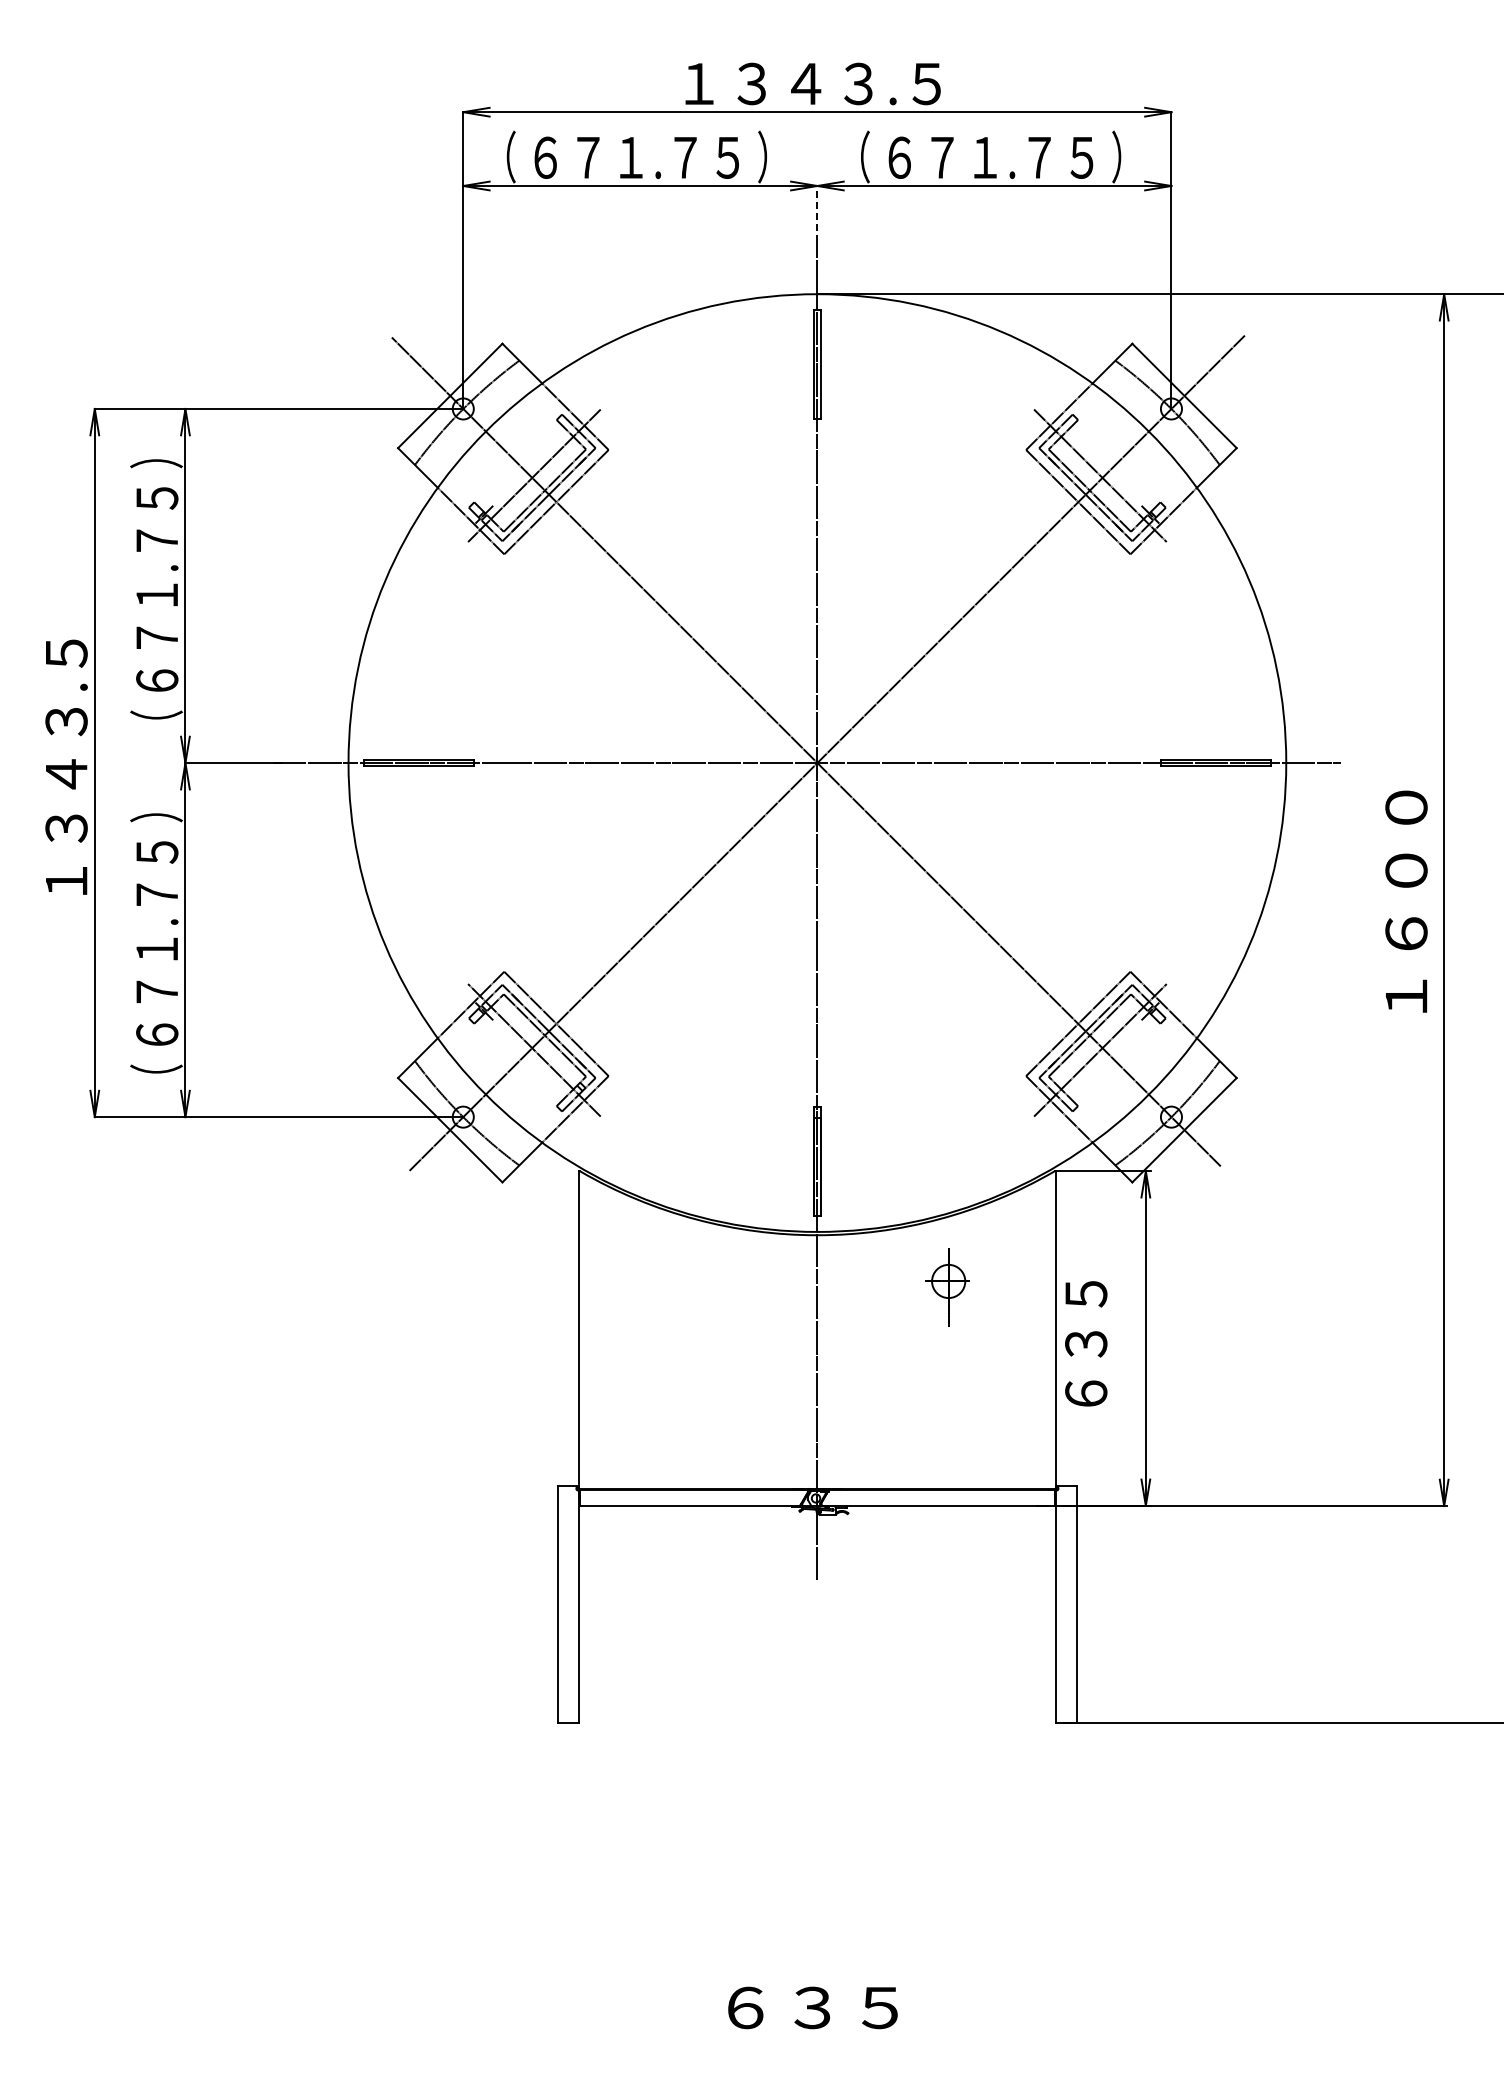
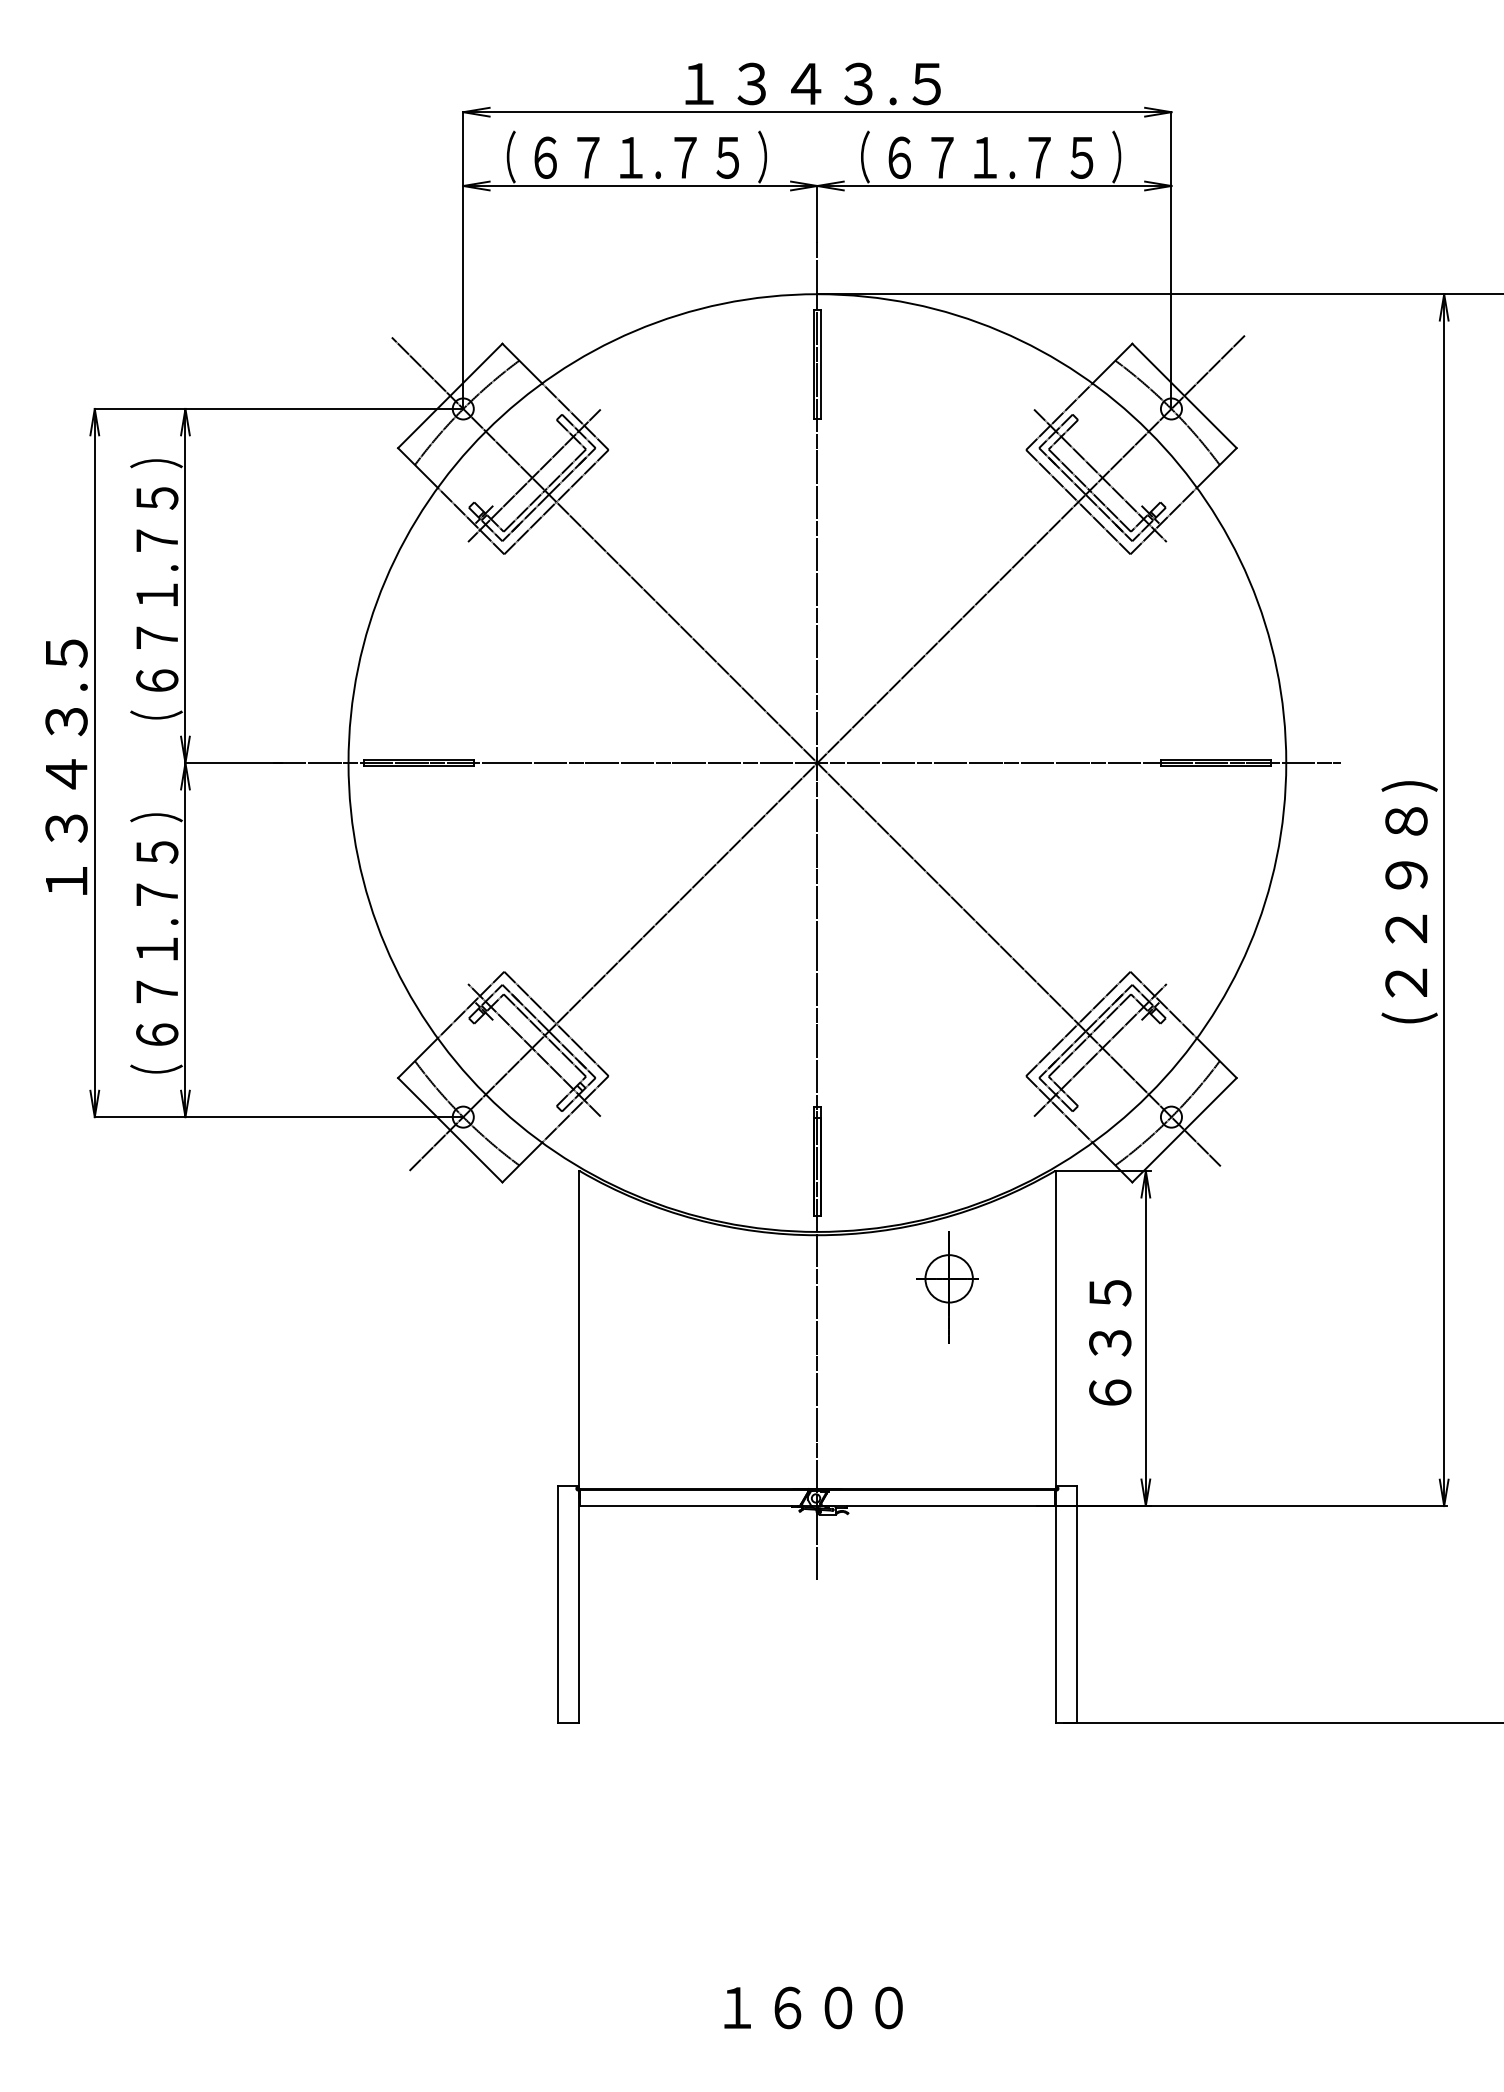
line at (817, 213): dashed -> solid
text at (1409, 902): １６００ -> (２２９８)
part at (947, 1287) size: 45x79 px -> 63x113 px
text at (1086, 1343) position: (1086, 1343) -> (1110, 1342)
text at (813, 2007): ６３５ -> １６００
